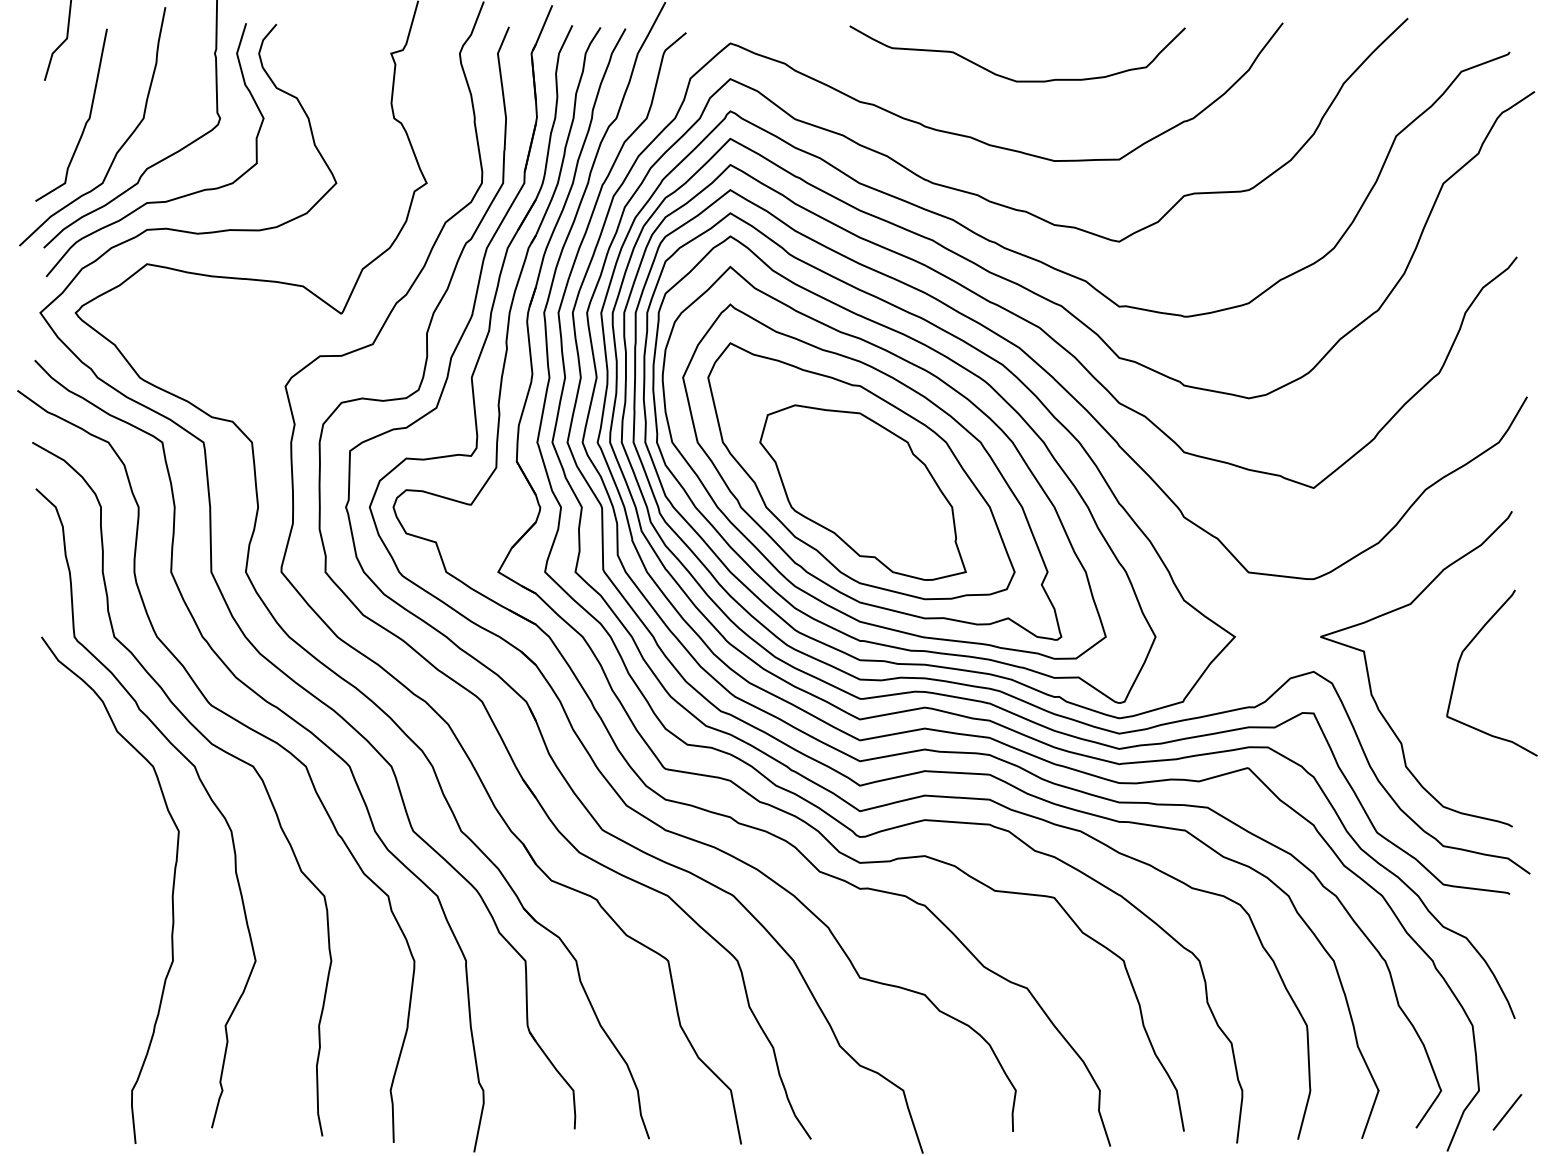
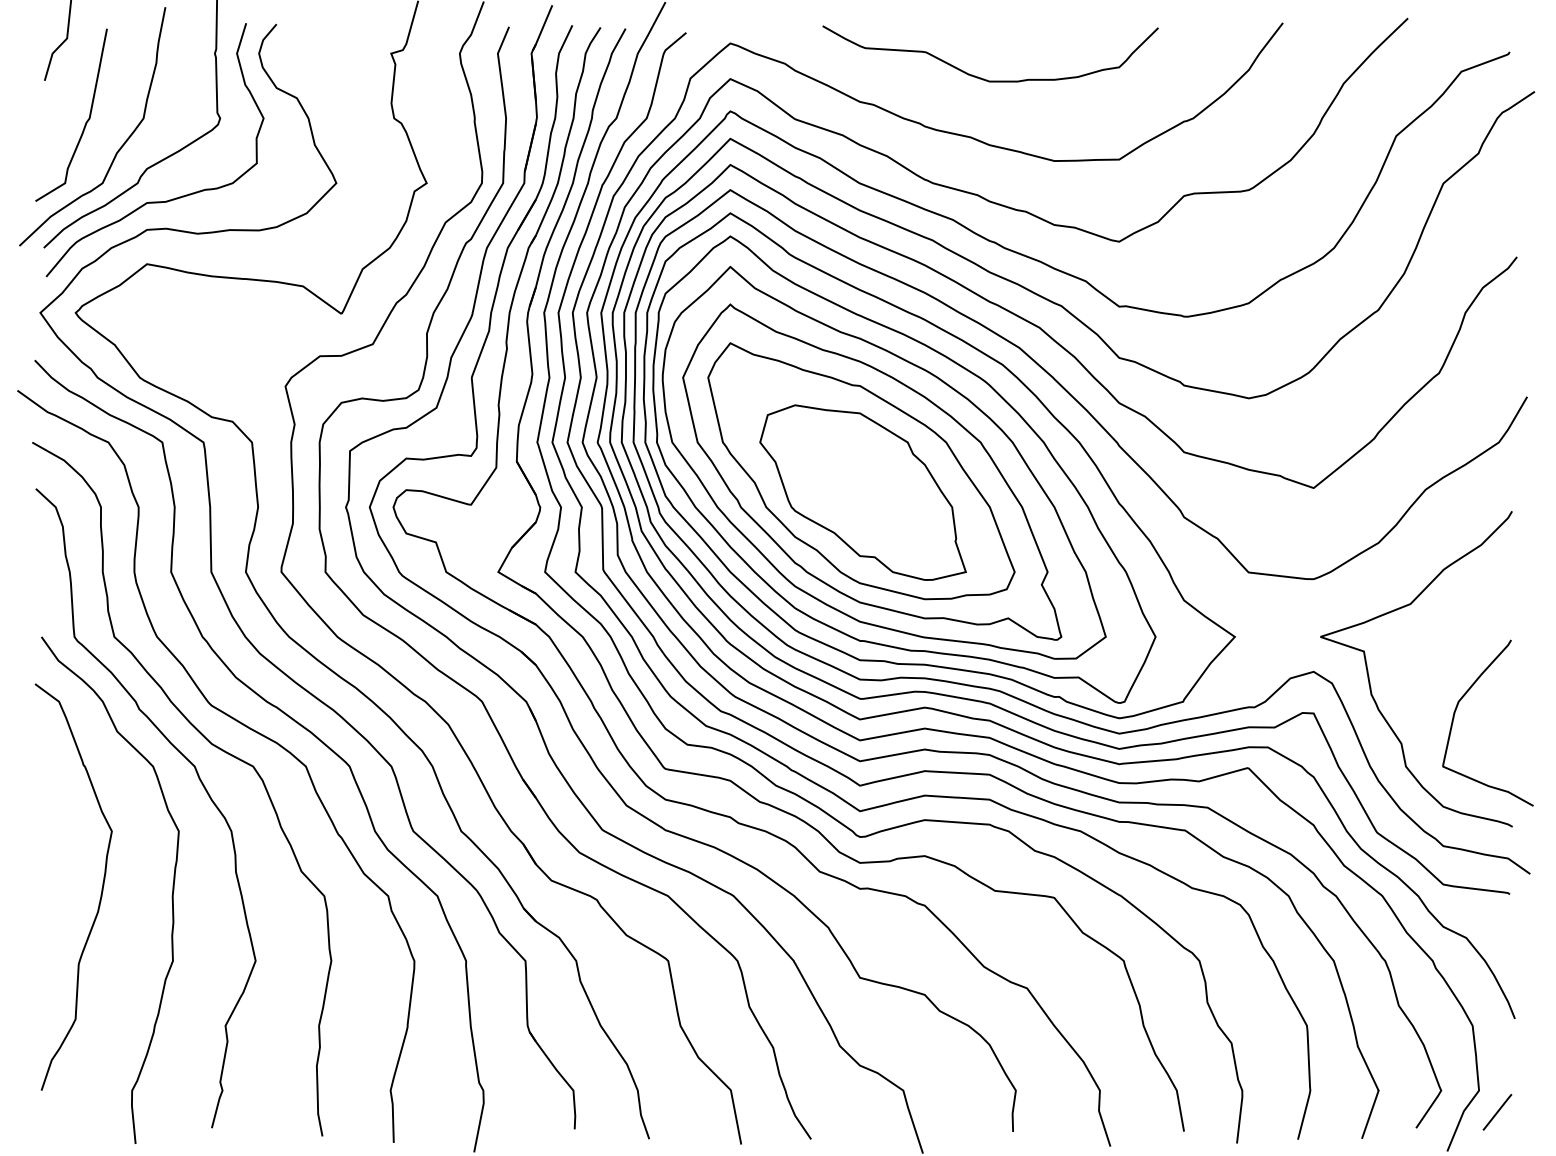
curve at (1008, 77) position: (1008, 77) -> (981, 77)
curve at (1461, 658) position: (1461, 658) -> (1457, 708)
curve at (101, 888): none -> present
line at (1507, 1112) position: (1507, 1112) -> (1497, 1112)
